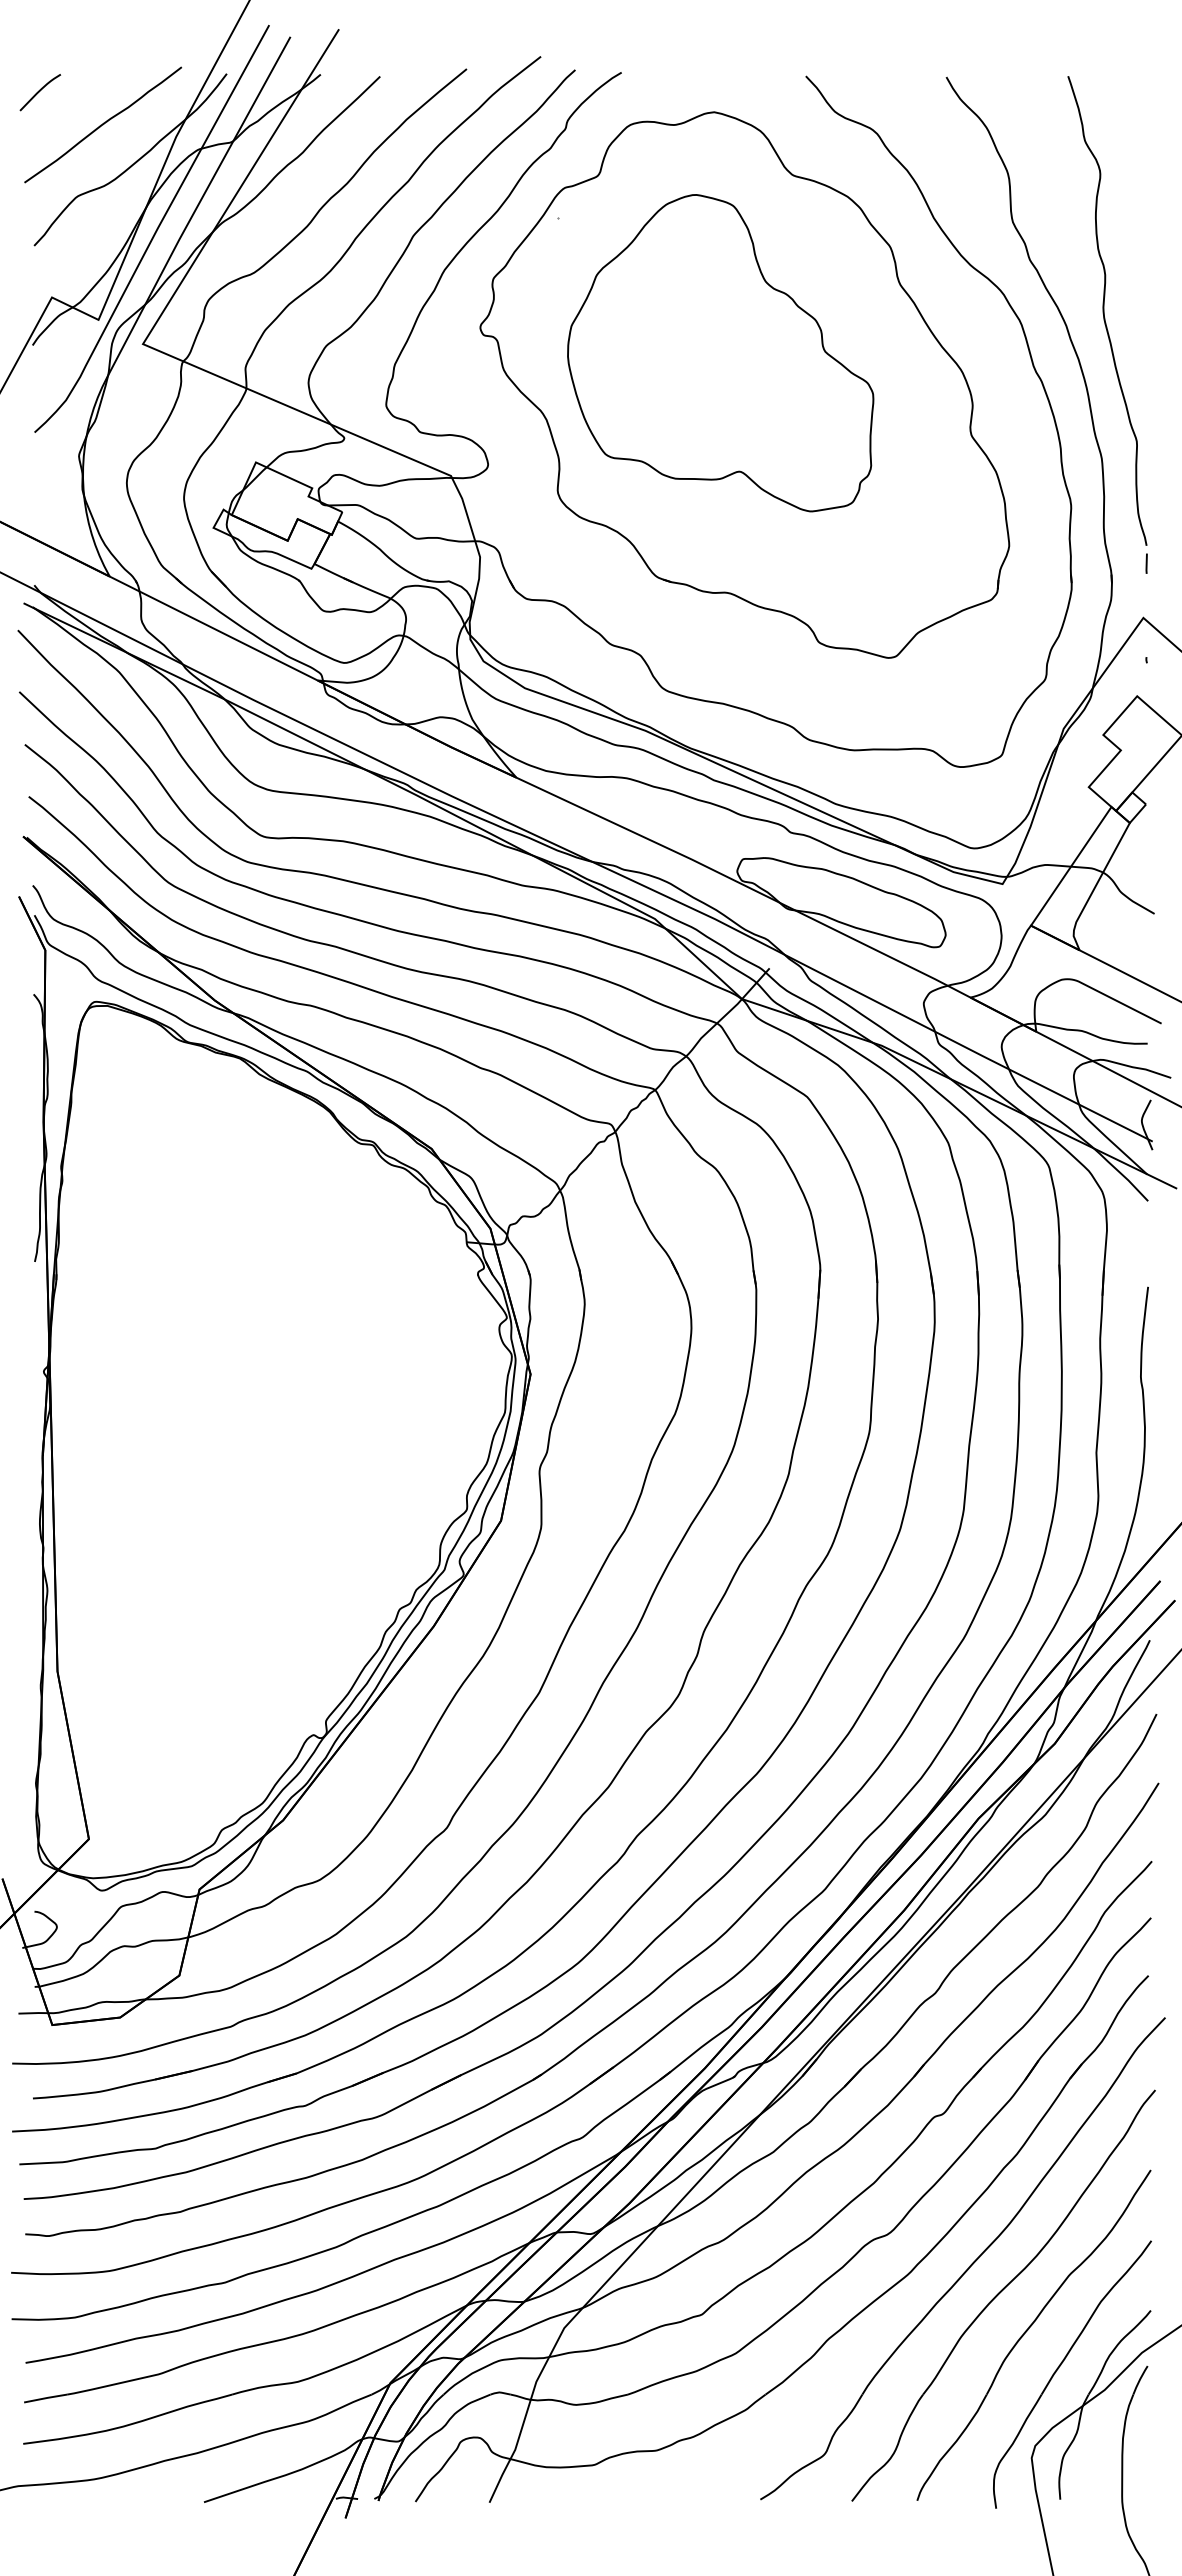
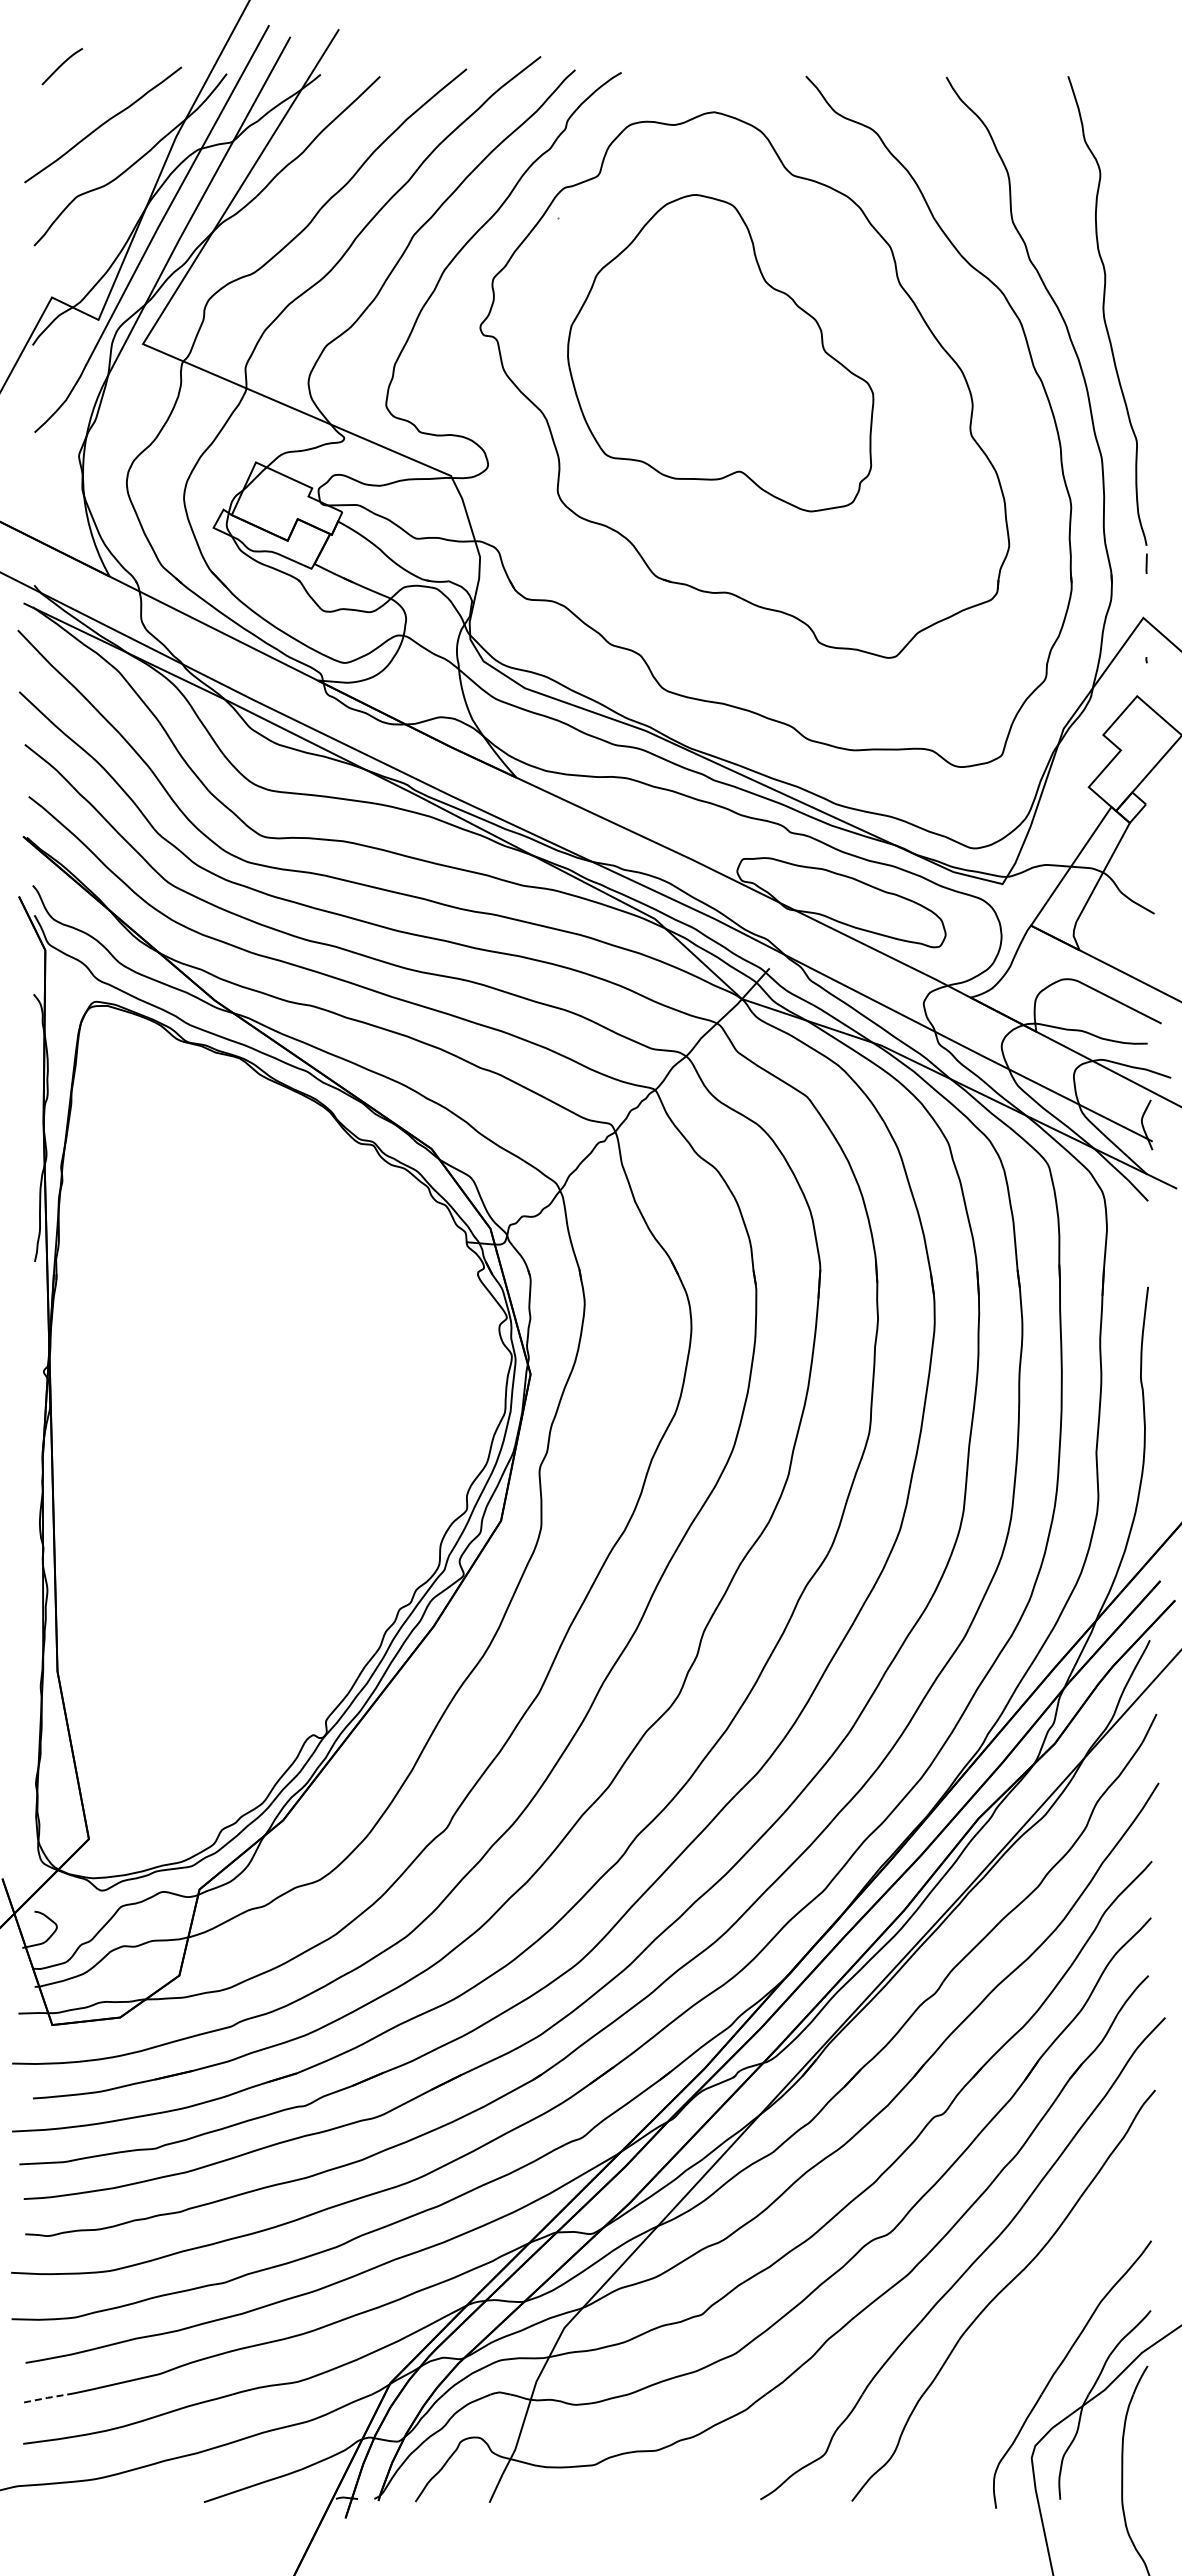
curve at (39, 92) position: (39, 92) -> (61, 66)
part at (1028, 2330): present -> none
line at (45, 2398): solid -> dashed
